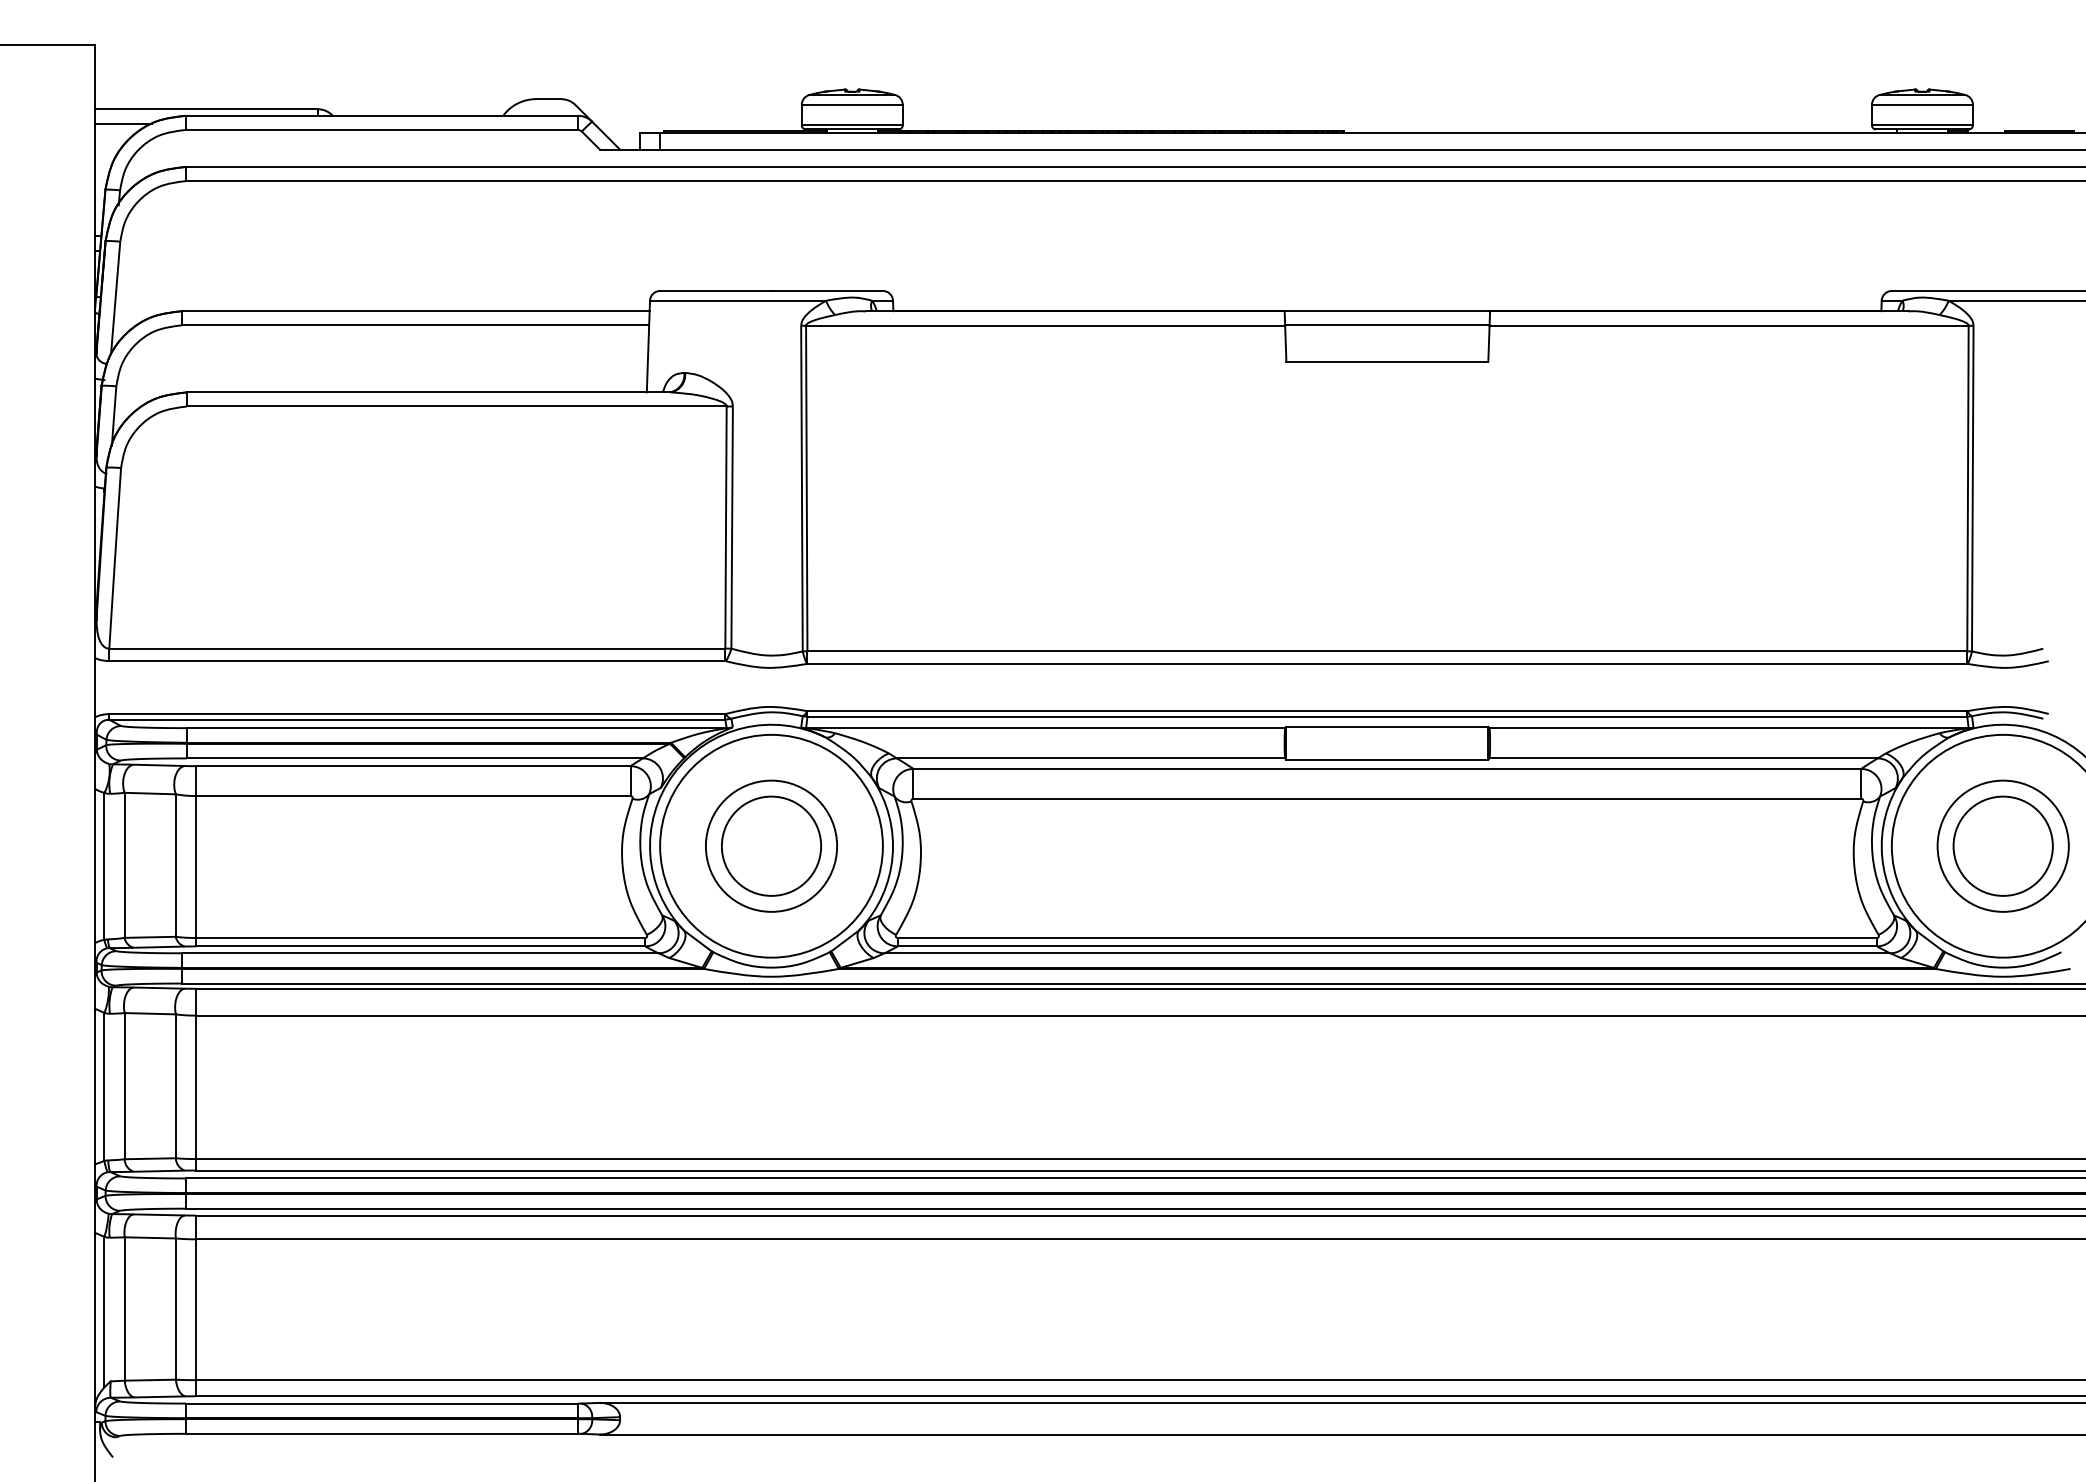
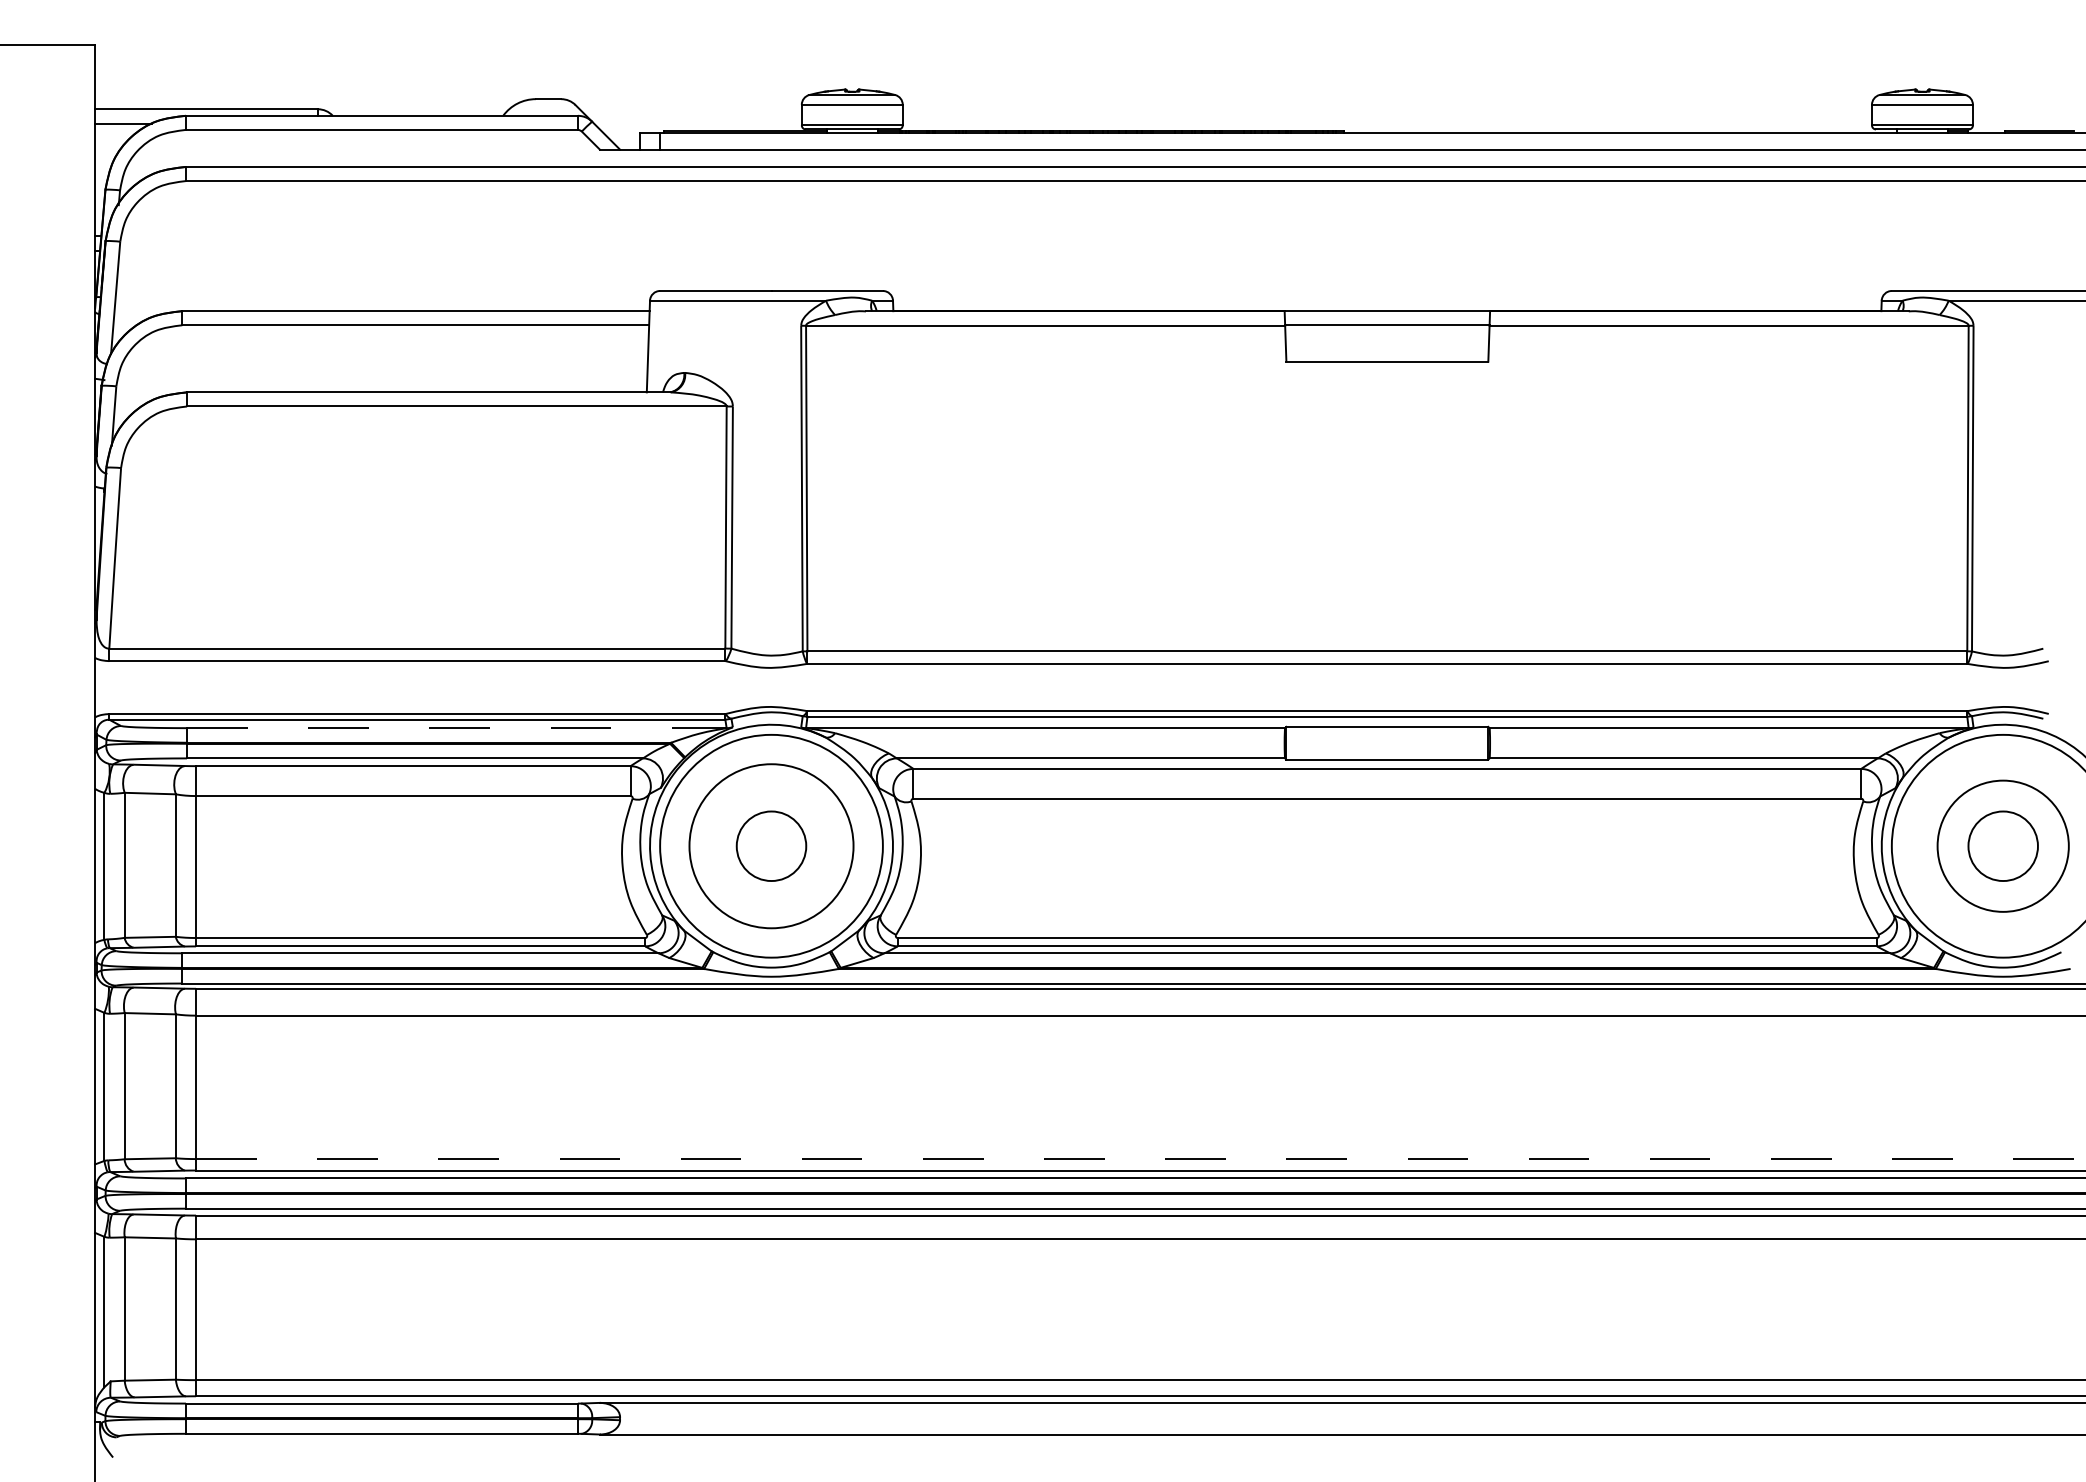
line at (456, 728): solid -> dashed
circle at (771, 845) diameter: 131 px -> 164 px
circle at (771, 845) diameter: 99 px -> 69 px
circle at (2002, 845) diameter: 99 px -> 69 px
line at (1140, 1159): solid -> dashed
